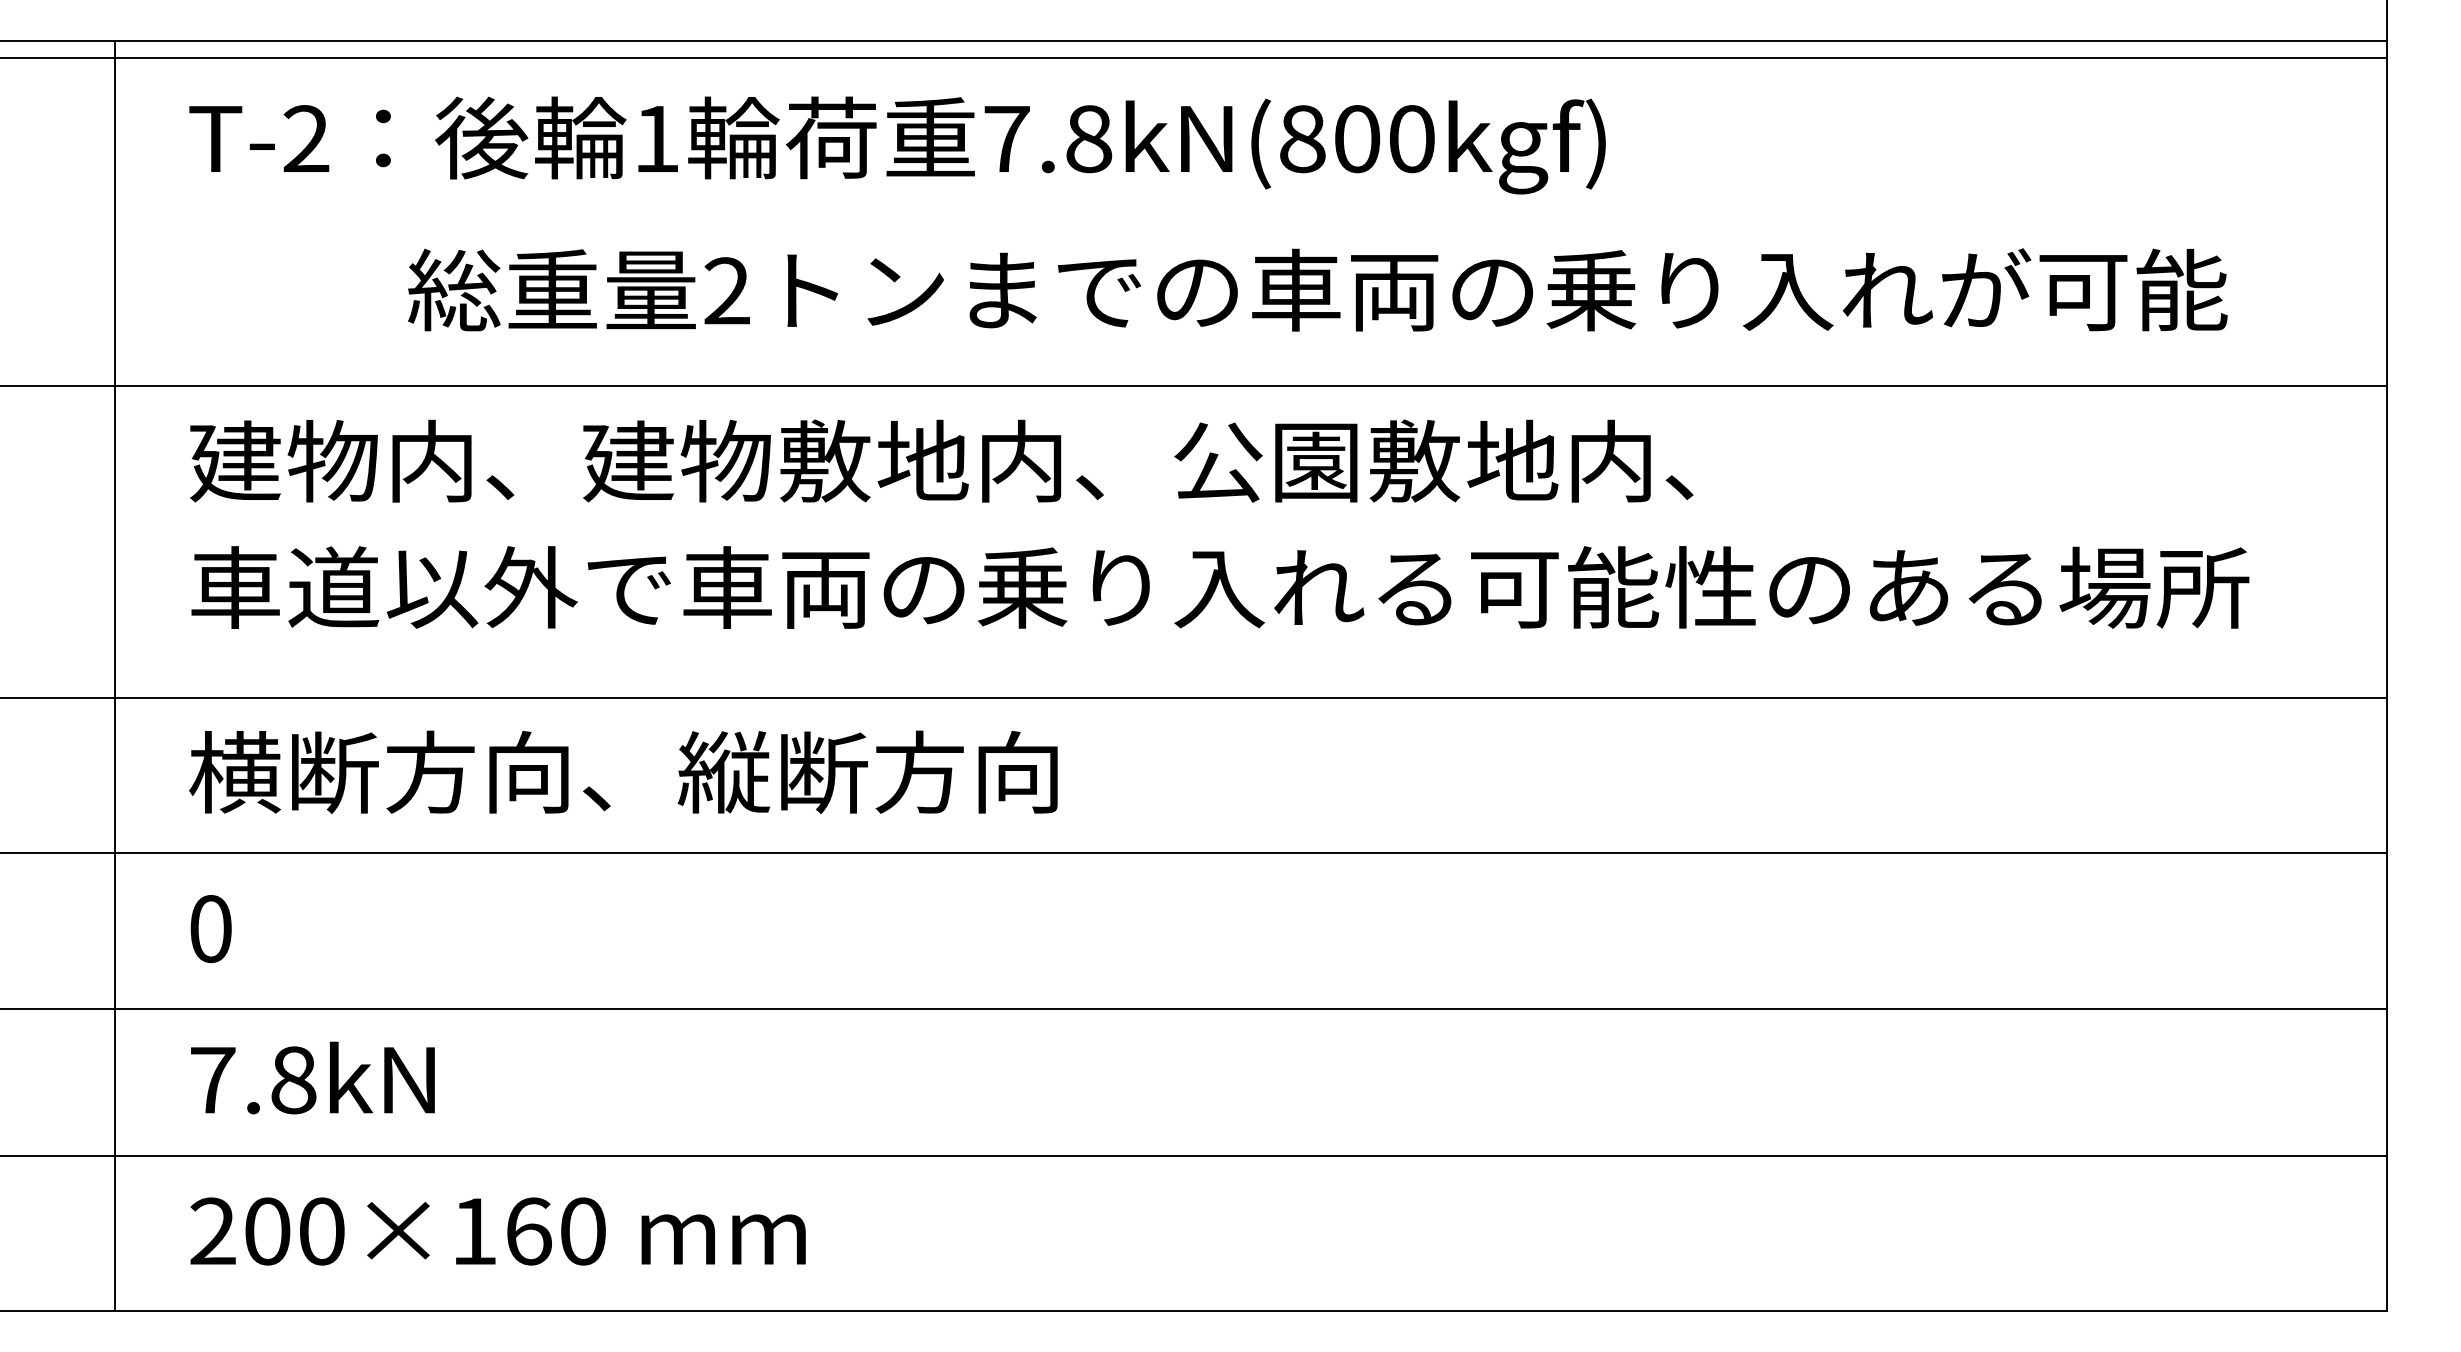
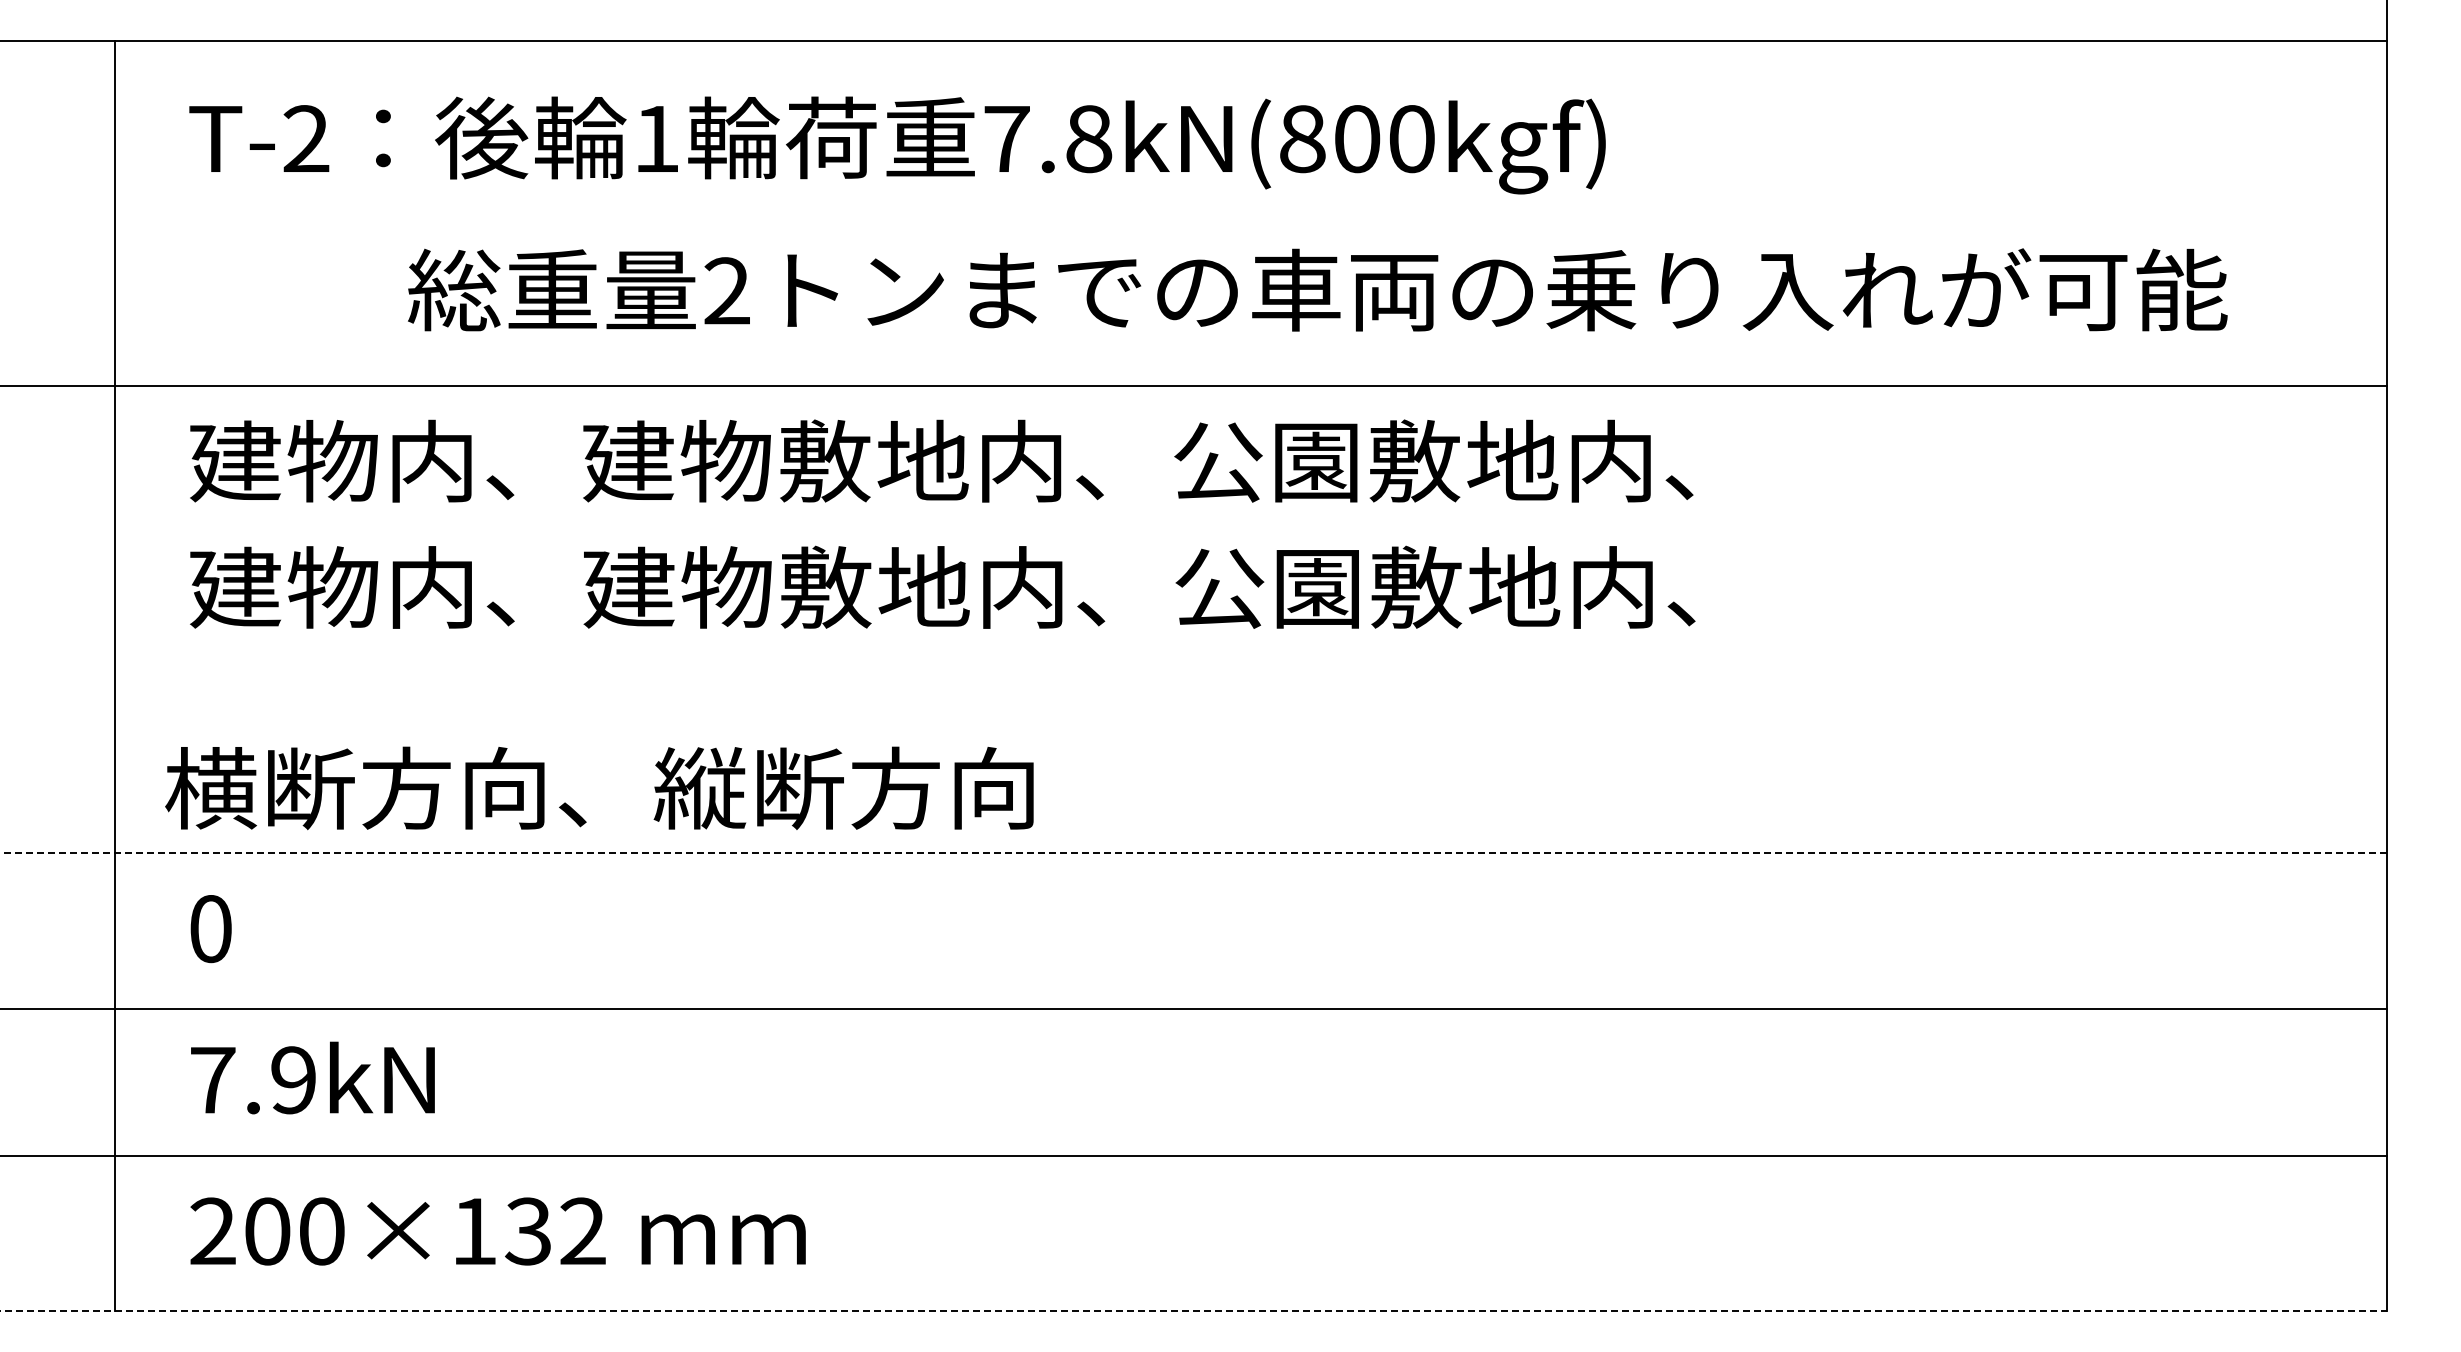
line at (1194, 58): present -> none
text at (1219, 586): 車道以外で車両の乗り入れる可能性のある場所 -> 建物内、建物敷地内、公園敷地内、
line at (1194, 697): present -> none
text at (623, 772) position: (623, 772) -> (599, 788)
line at (1193, 853): solid -> dashed
text at (293, 1080): 7.8kN -> 7.9kN
text at (555, 1231): 200×160 -> 200×132
line at (1194, 1311): solid -> dashed
